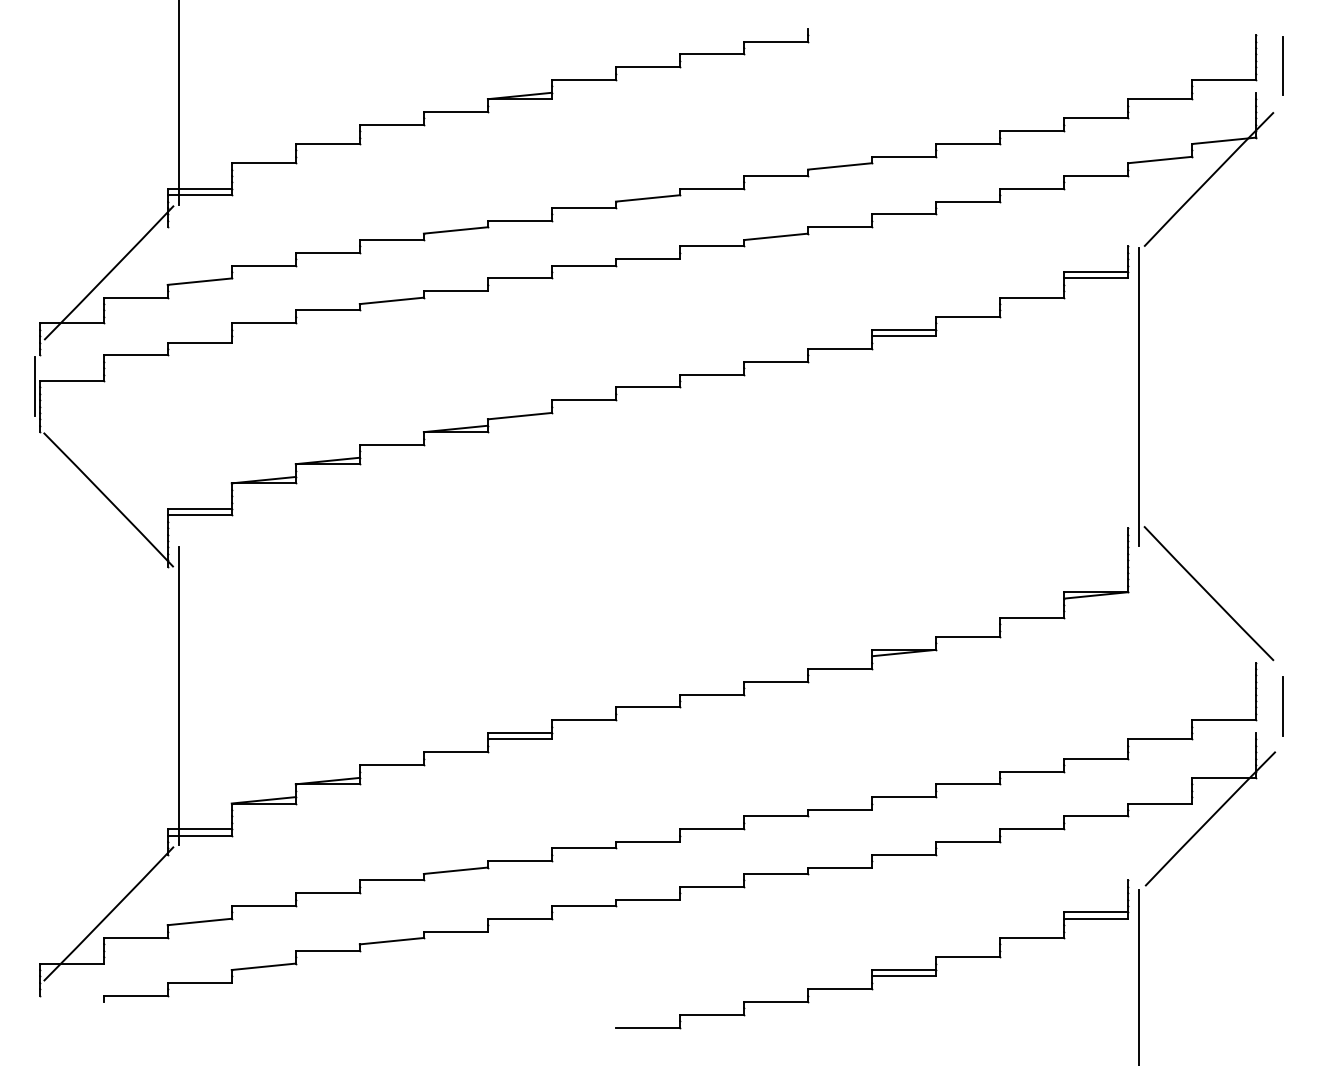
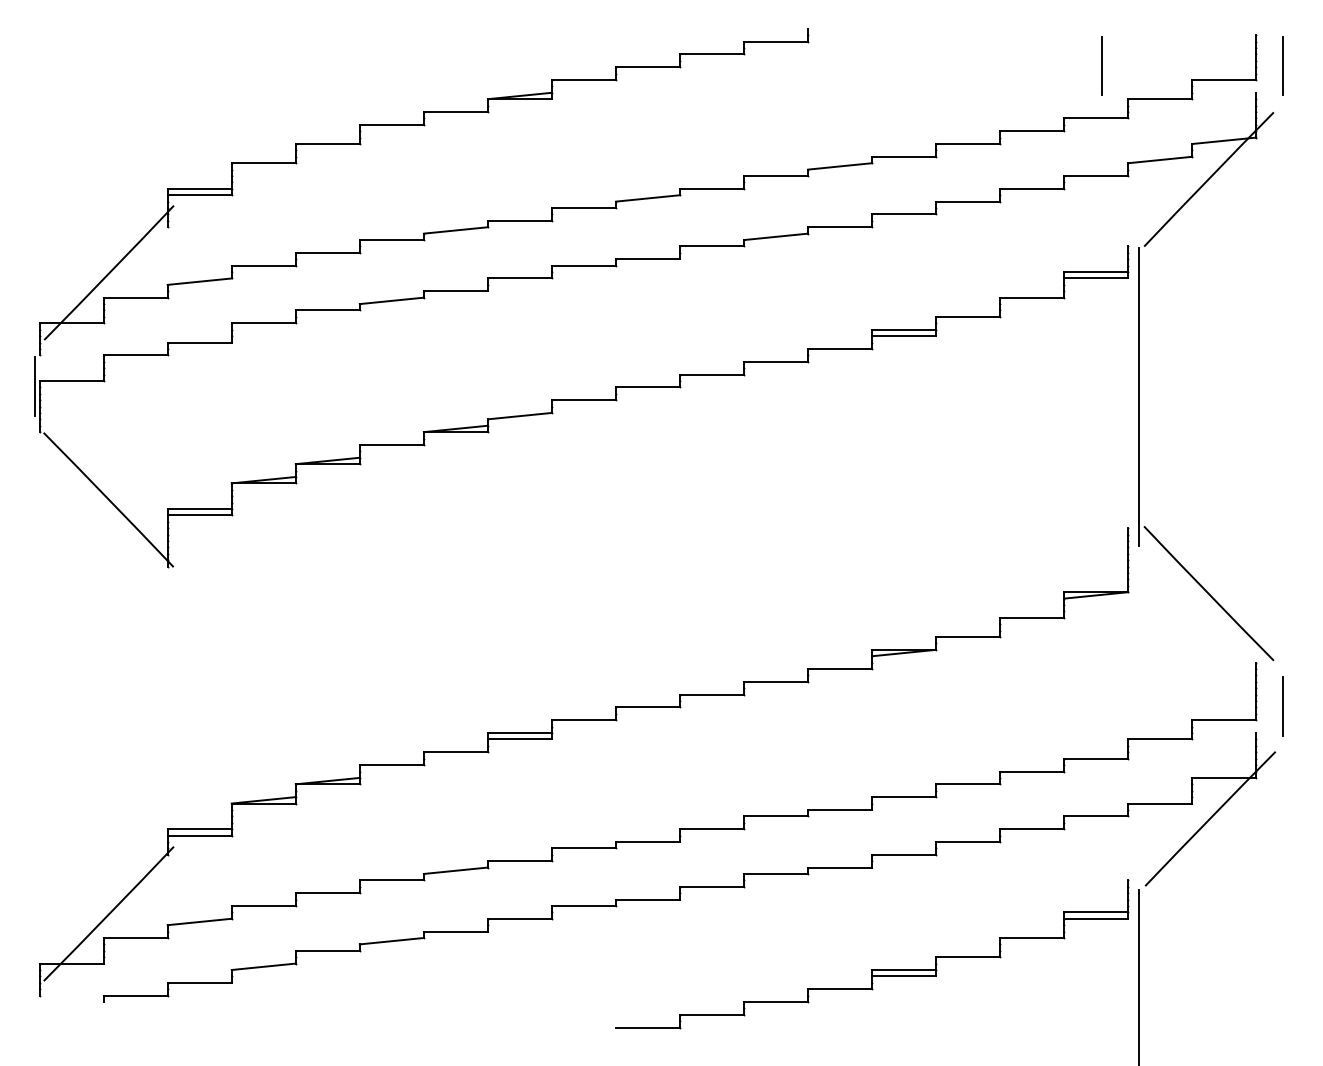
line at (1101, 65): none -> present
line at (178, 103): present -> none
line at (178, 695): present -> none
